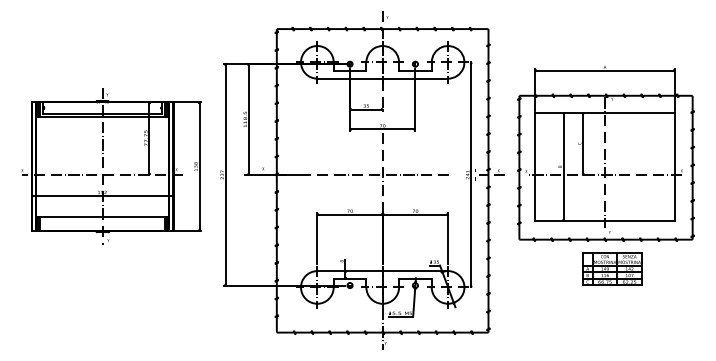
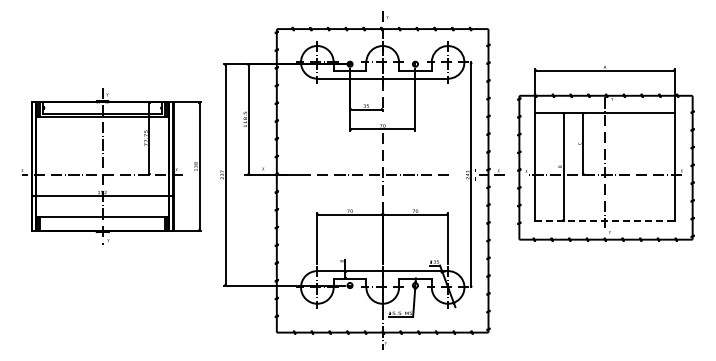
line at (605, 220): solid -> dashed
part at (612, 268): present -> none
